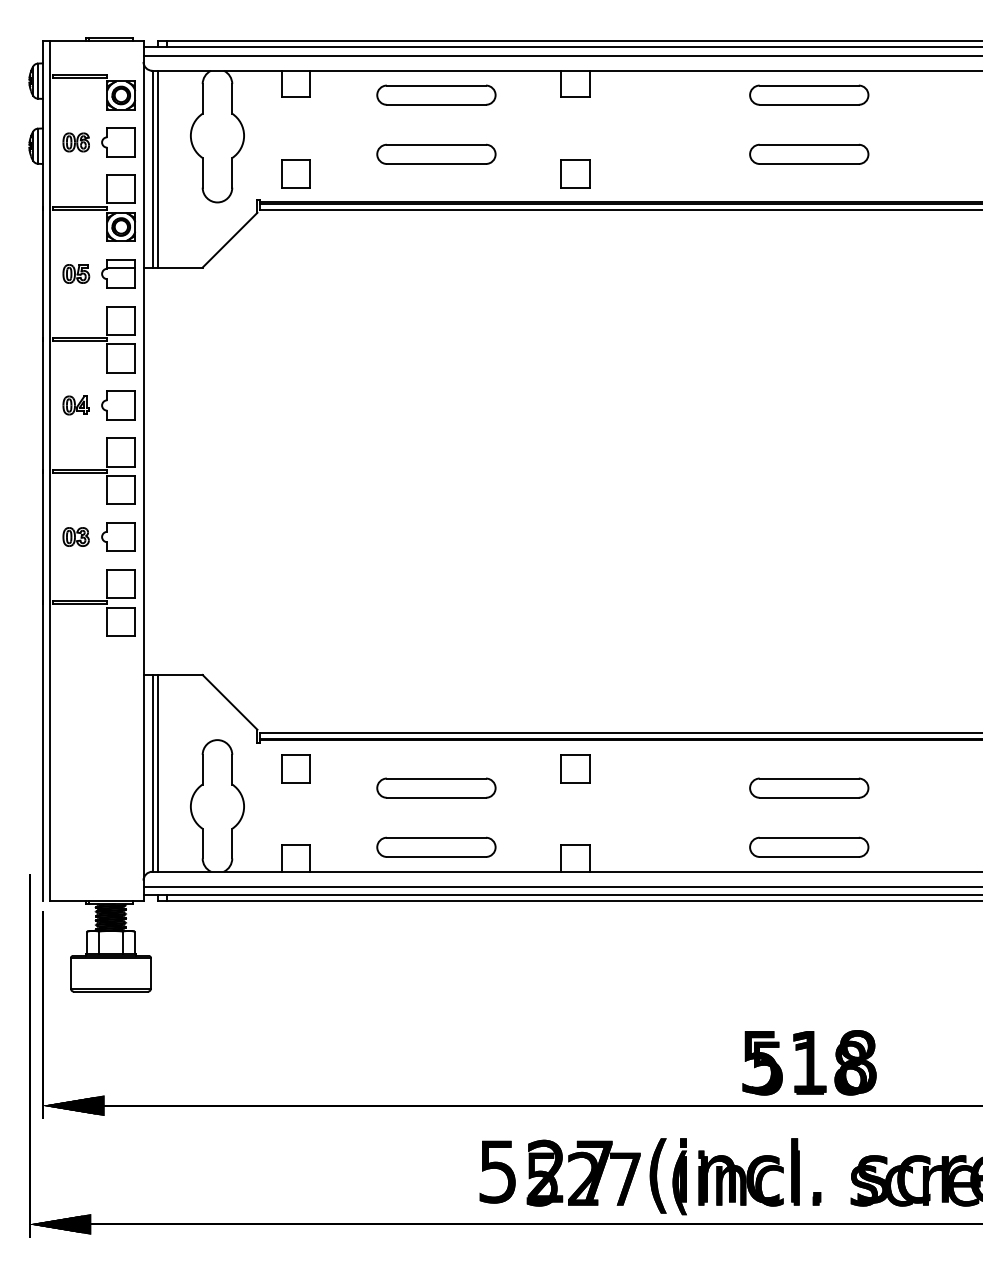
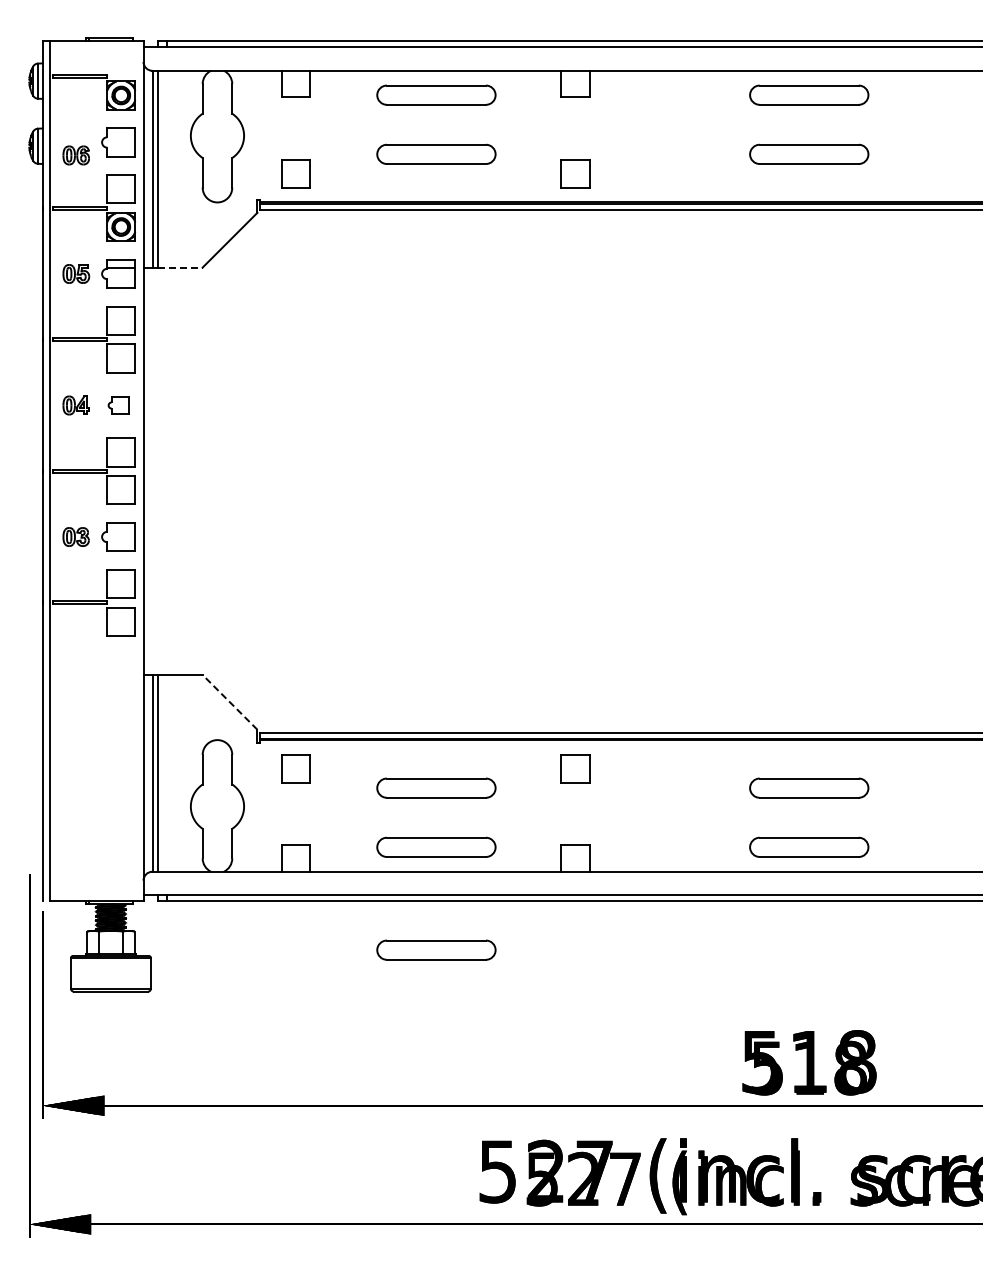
line at (561, 56): present -> none
part at (75, 142) position: (75, 142) -> (75, 155)
line at (180, 267): solid -> dashed
part at (118, 405) size: 35x31 px -> 23x19 px
line at (230, 702): solid -> dashed
line at (561, 886): present -> none
part at (436, 949): none -> present
